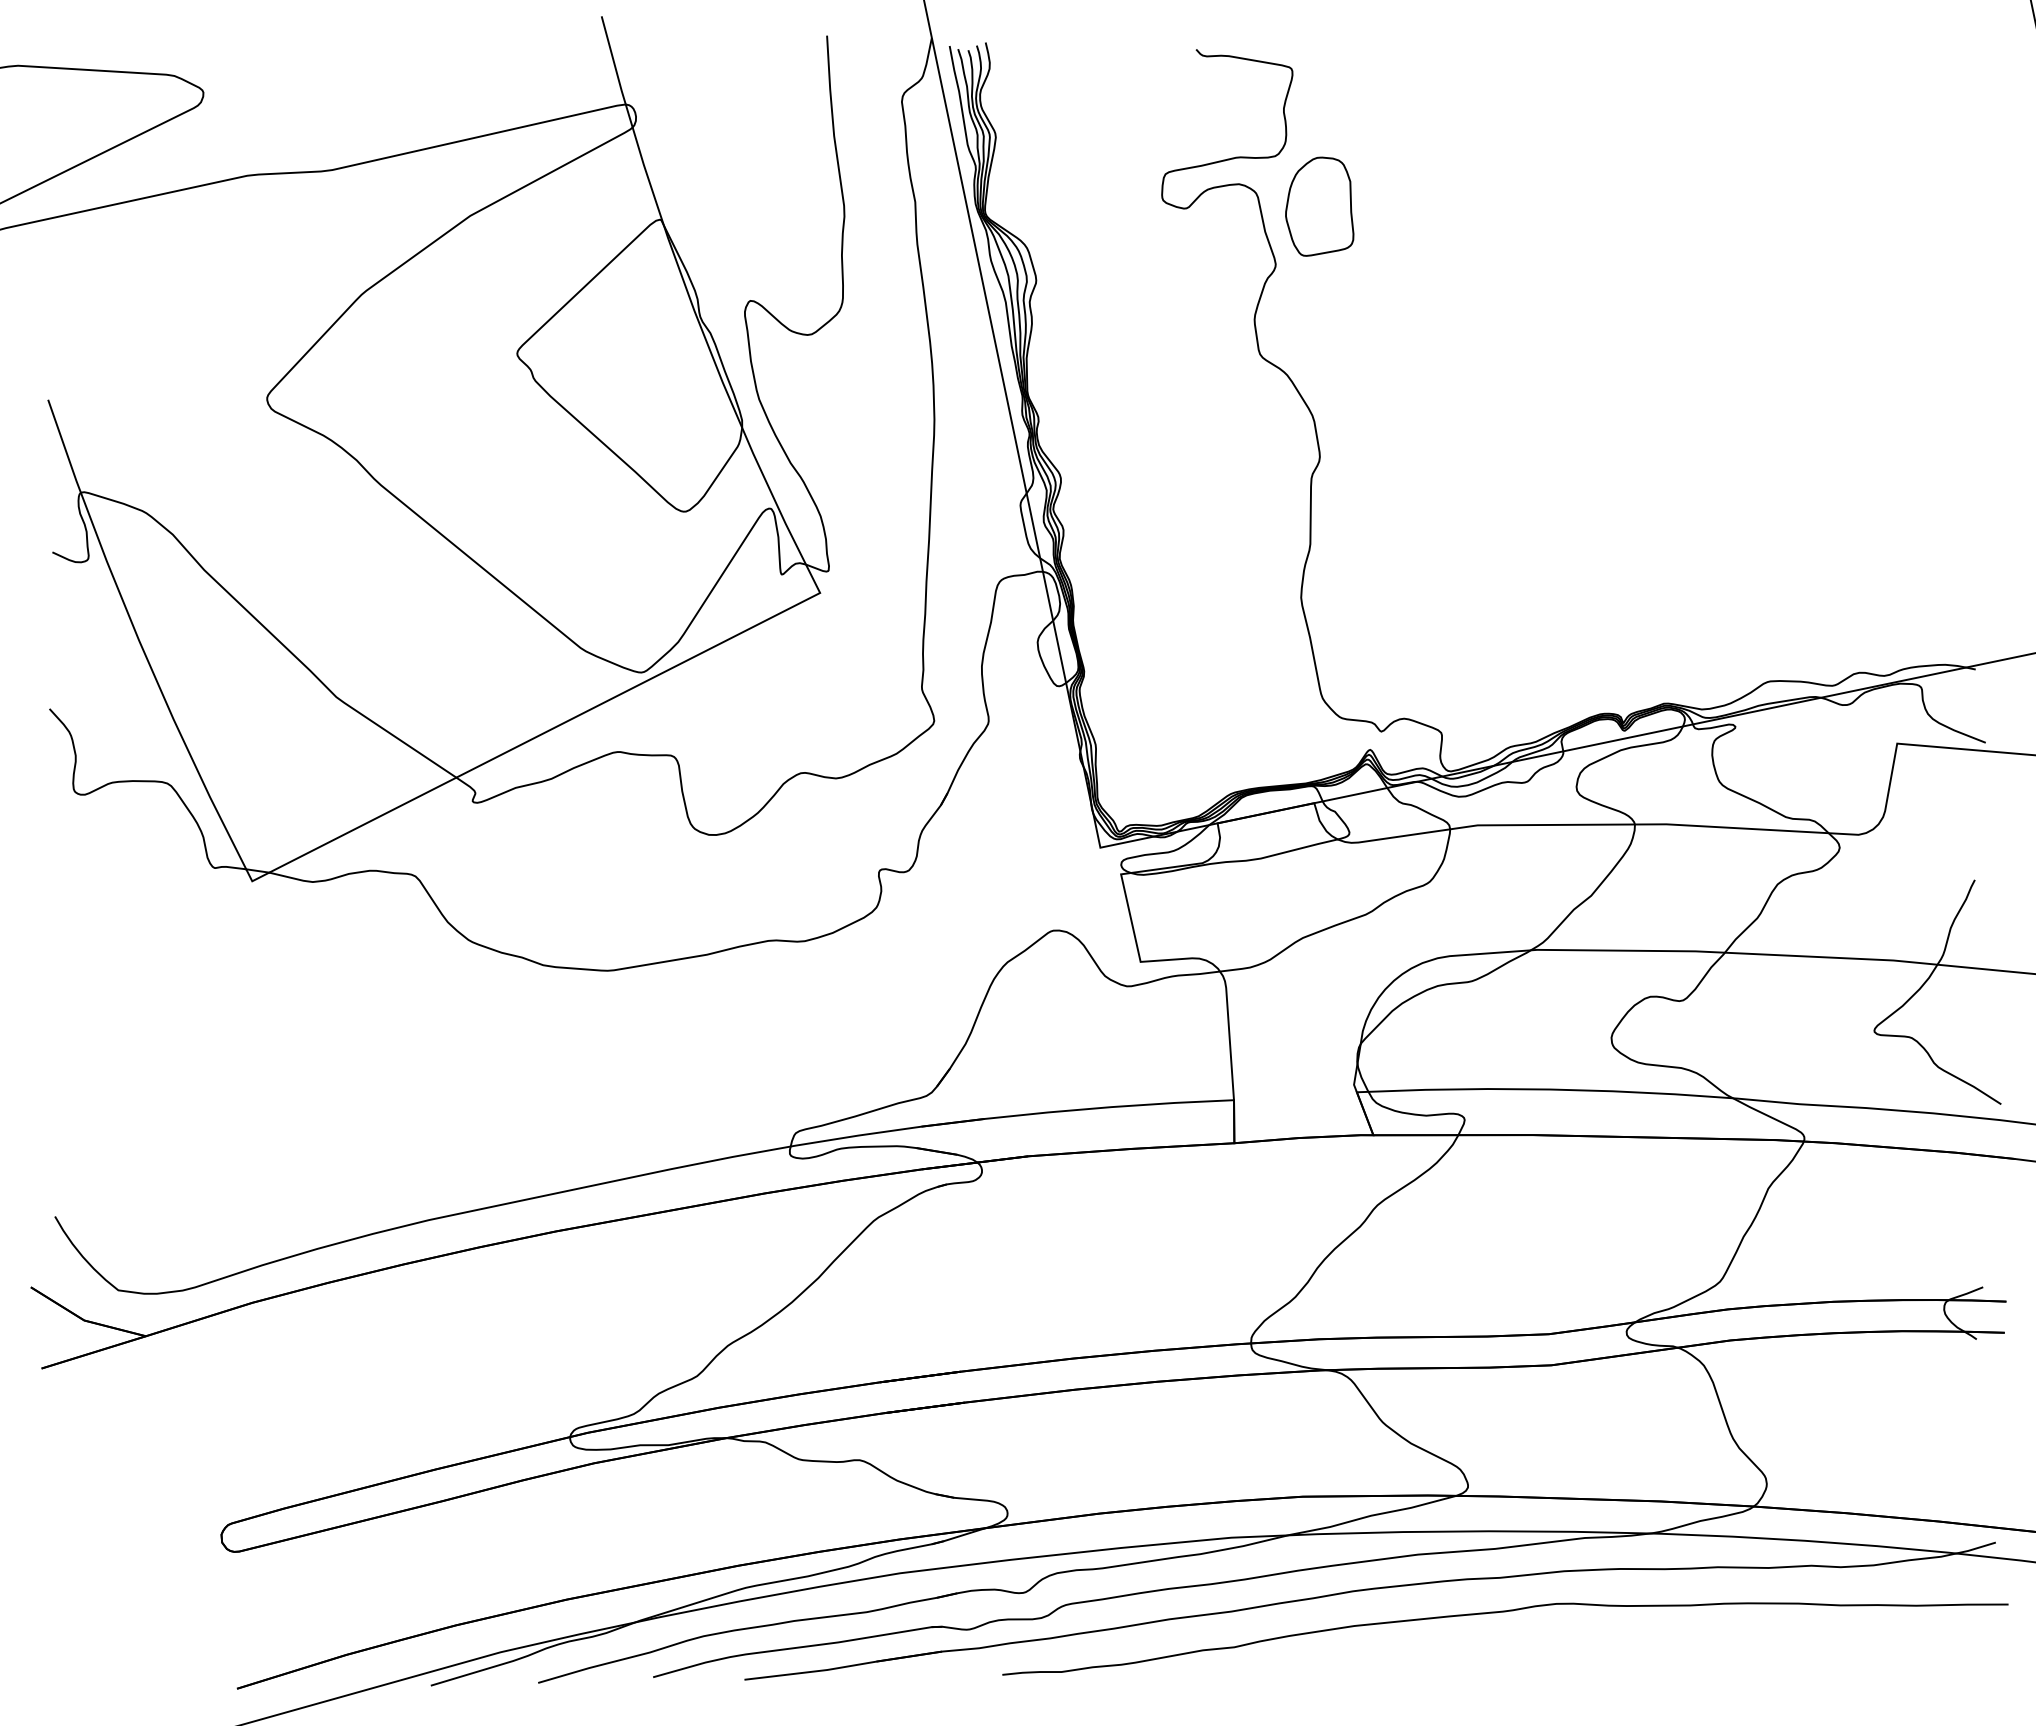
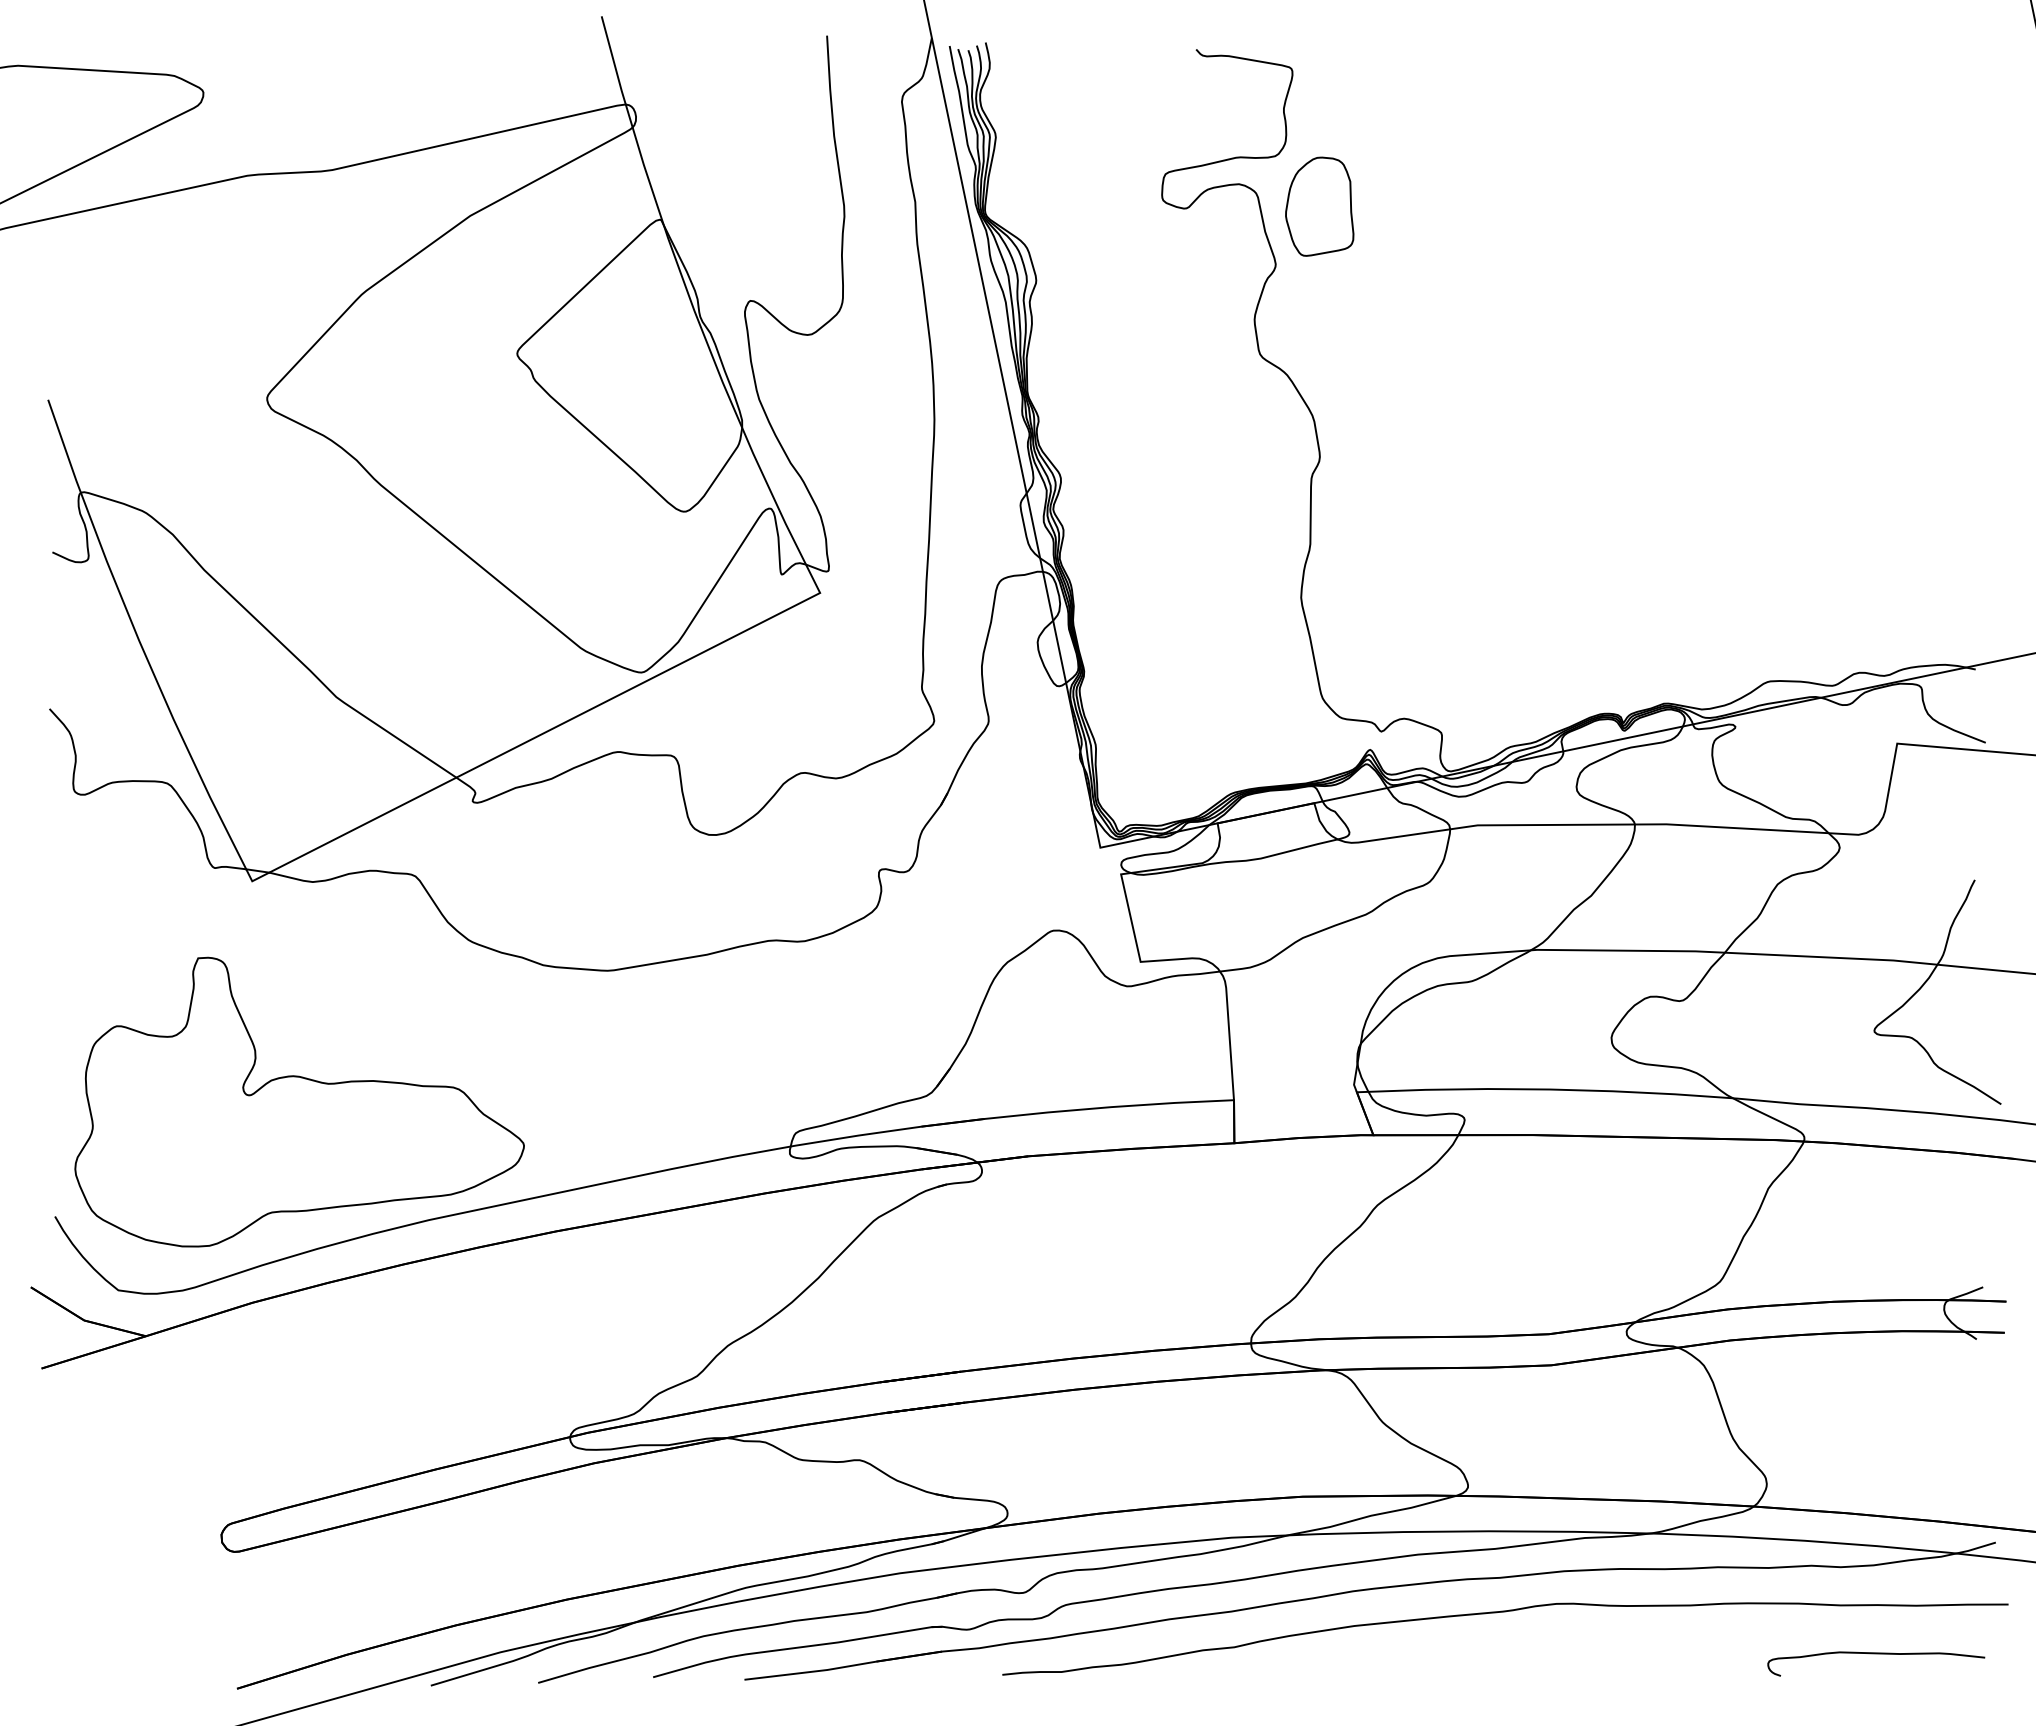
part at (299, 1101): none -> present
curve at (1876, 1654): none -> present
